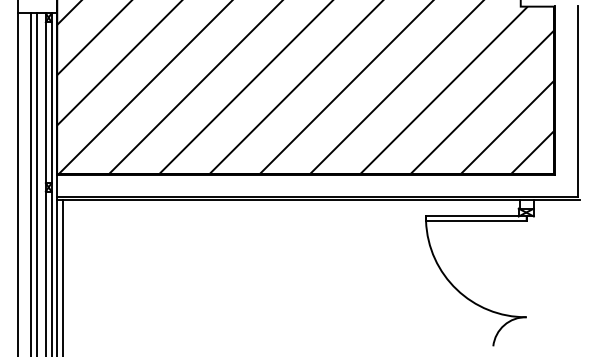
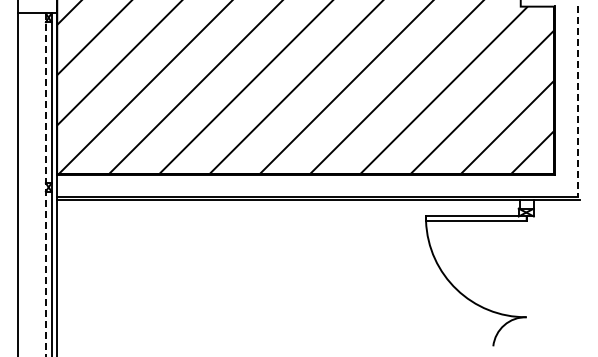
line at (577, 101): solid -> dashed
line at (31, 183): present -> none
line at (36, 183): present -> none
line at (45, 185): solid -> dashed
line at (62, 276): present -> none
